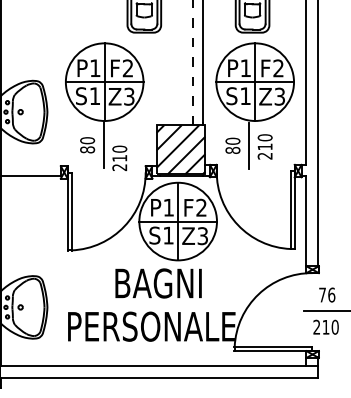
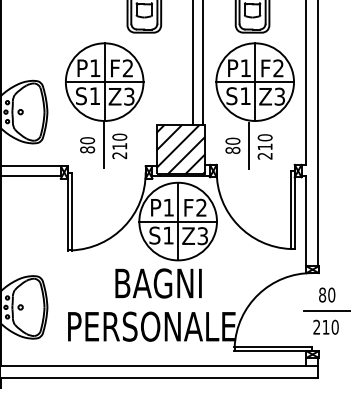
line at (192, 62): dashed -> solid
text at (119, 158) position: (119, 158) -> (119, 146)
line at (31, 166): none -> present
text at (327, 294): 76 -> 80
